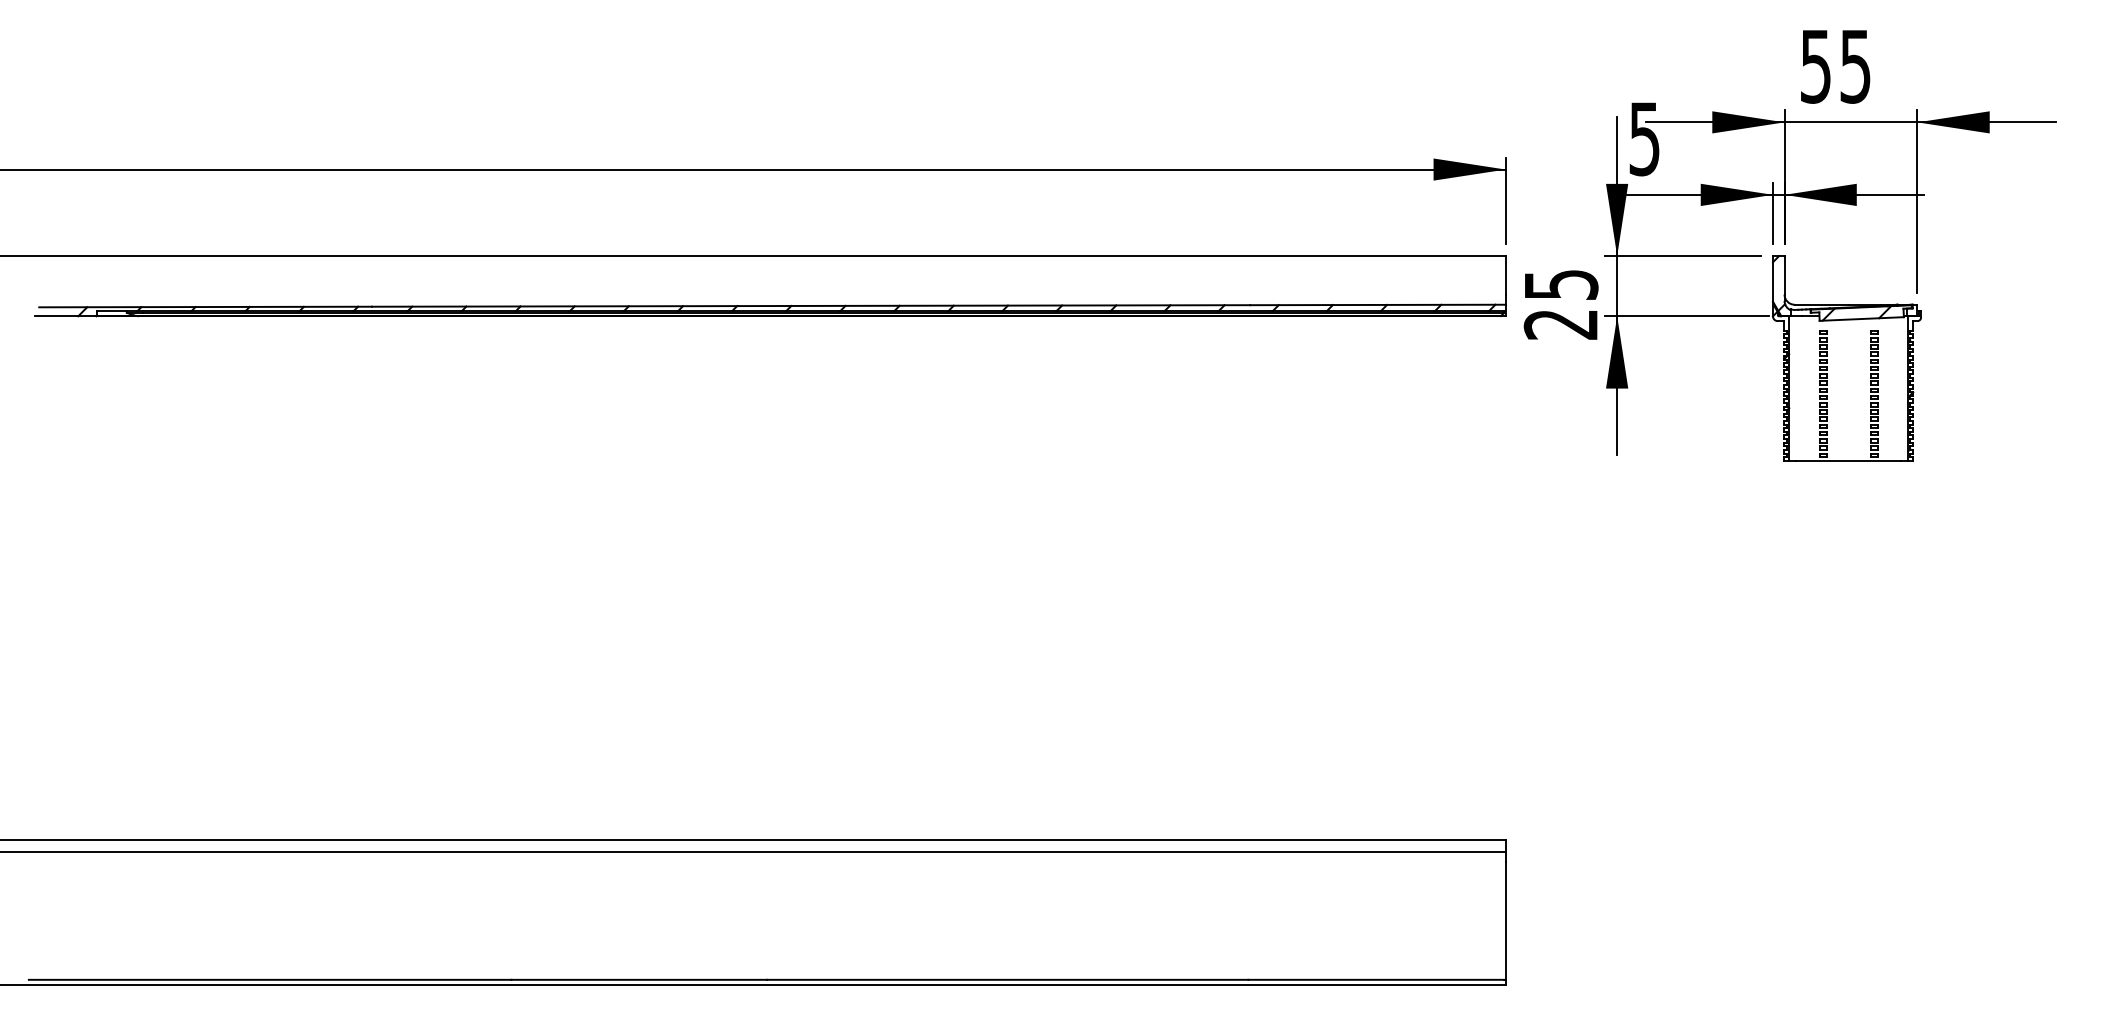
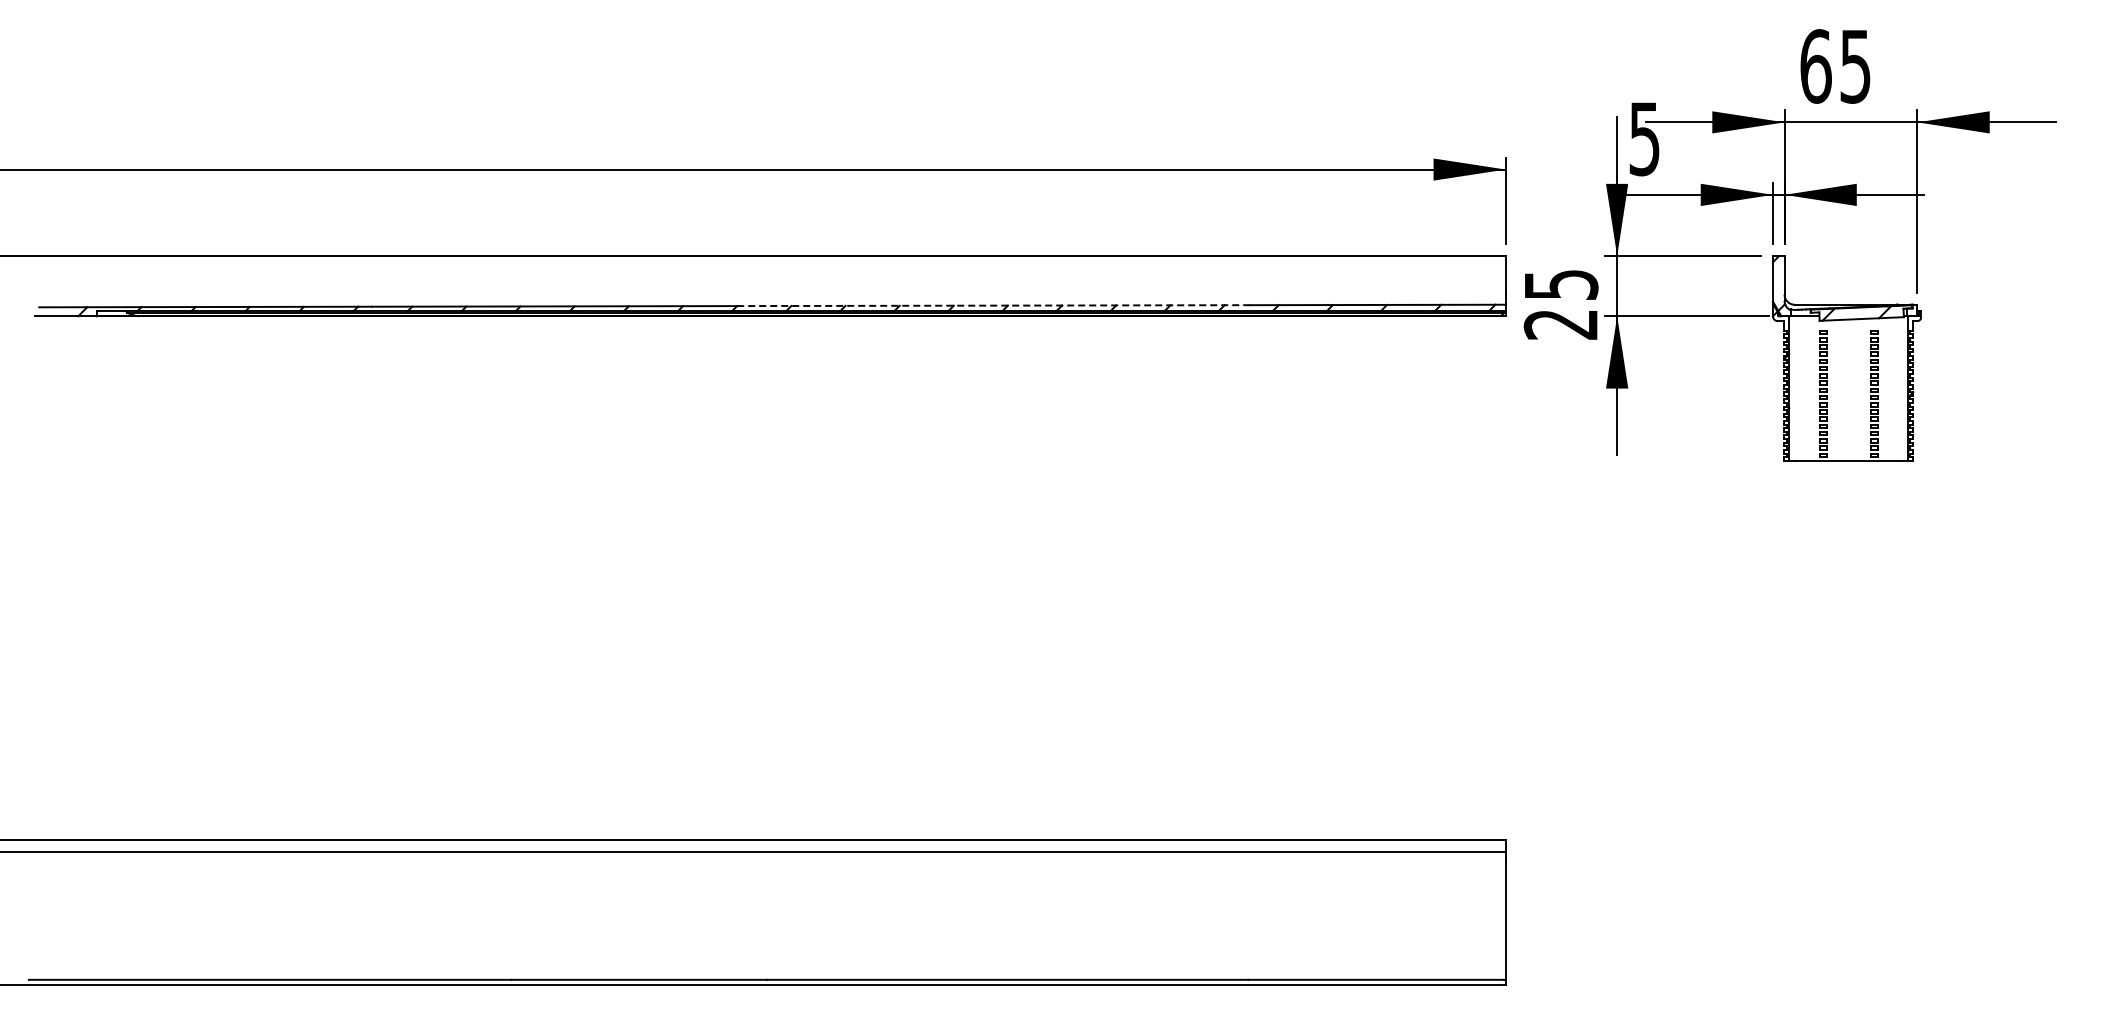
text at (1815, 66): 55 -> 65
line at (994, 305): solid -> dashed
